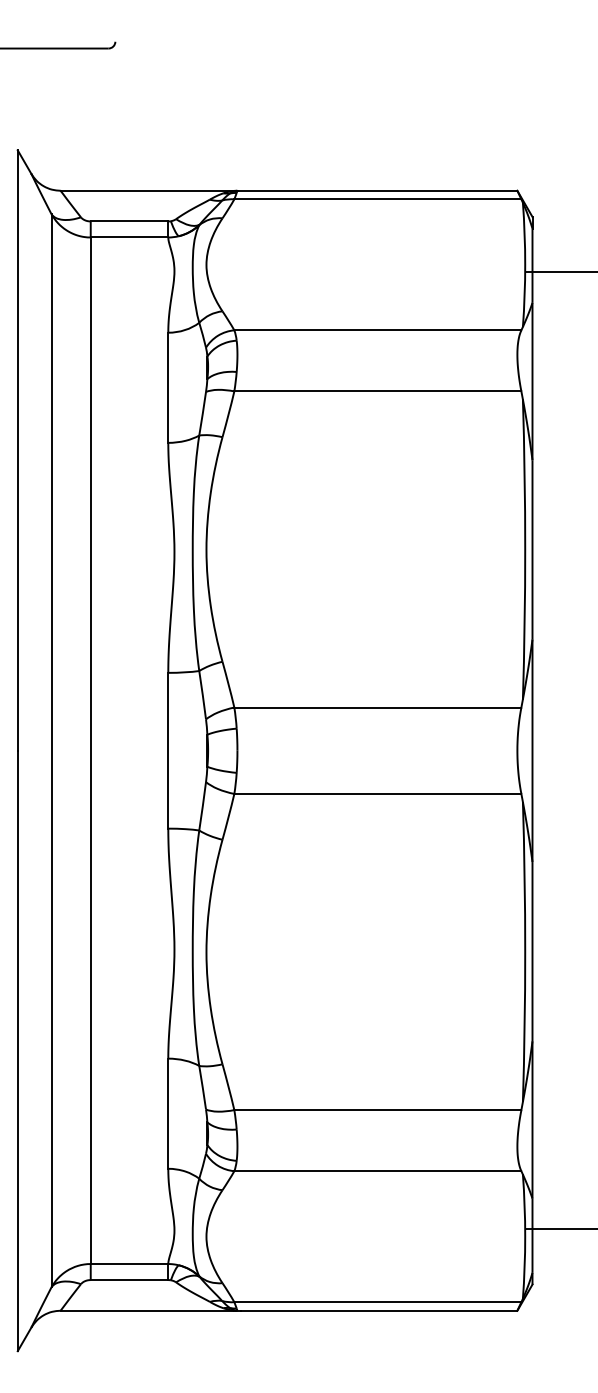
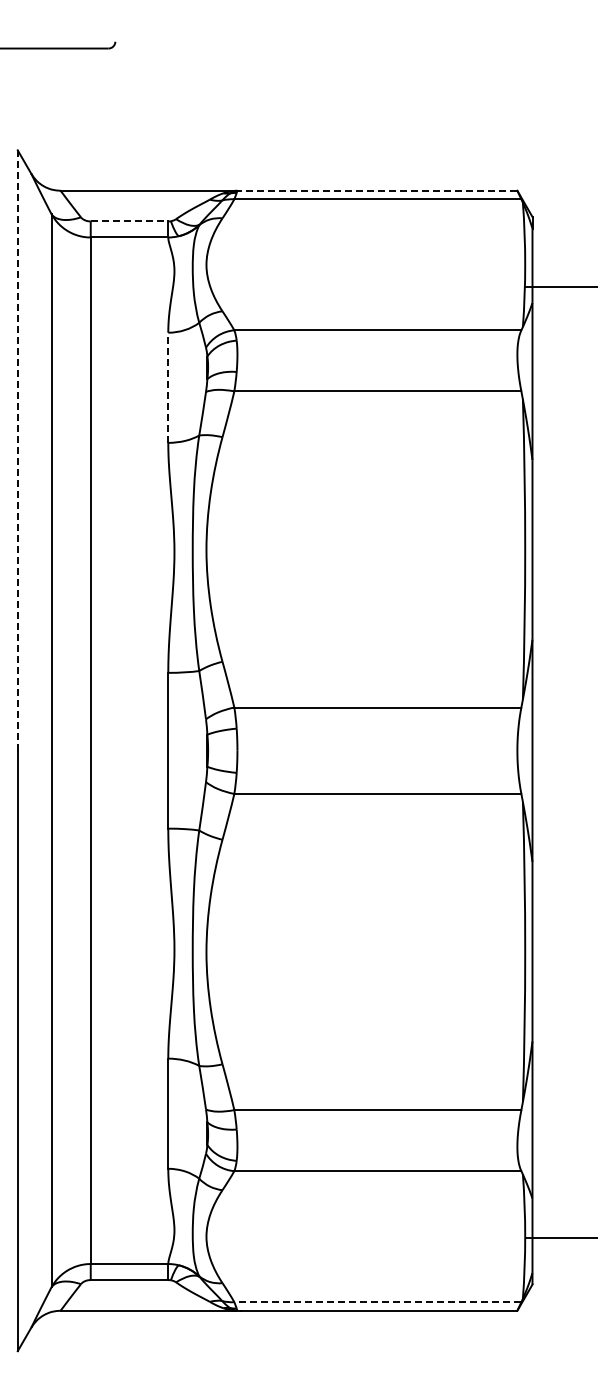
line at (375, 190): solid -> dashed
line at (129, 221): solid -> dashed
line at (559, 272) position: (559, 272) -> (559, 287)
line at (168, 387): solid -> dashed
line at (17, 450): solid -> dashed
line at (559, 1229) position: (559, 1229) -> (559, 1238)
line at (377, 1302): solid -> dashed
